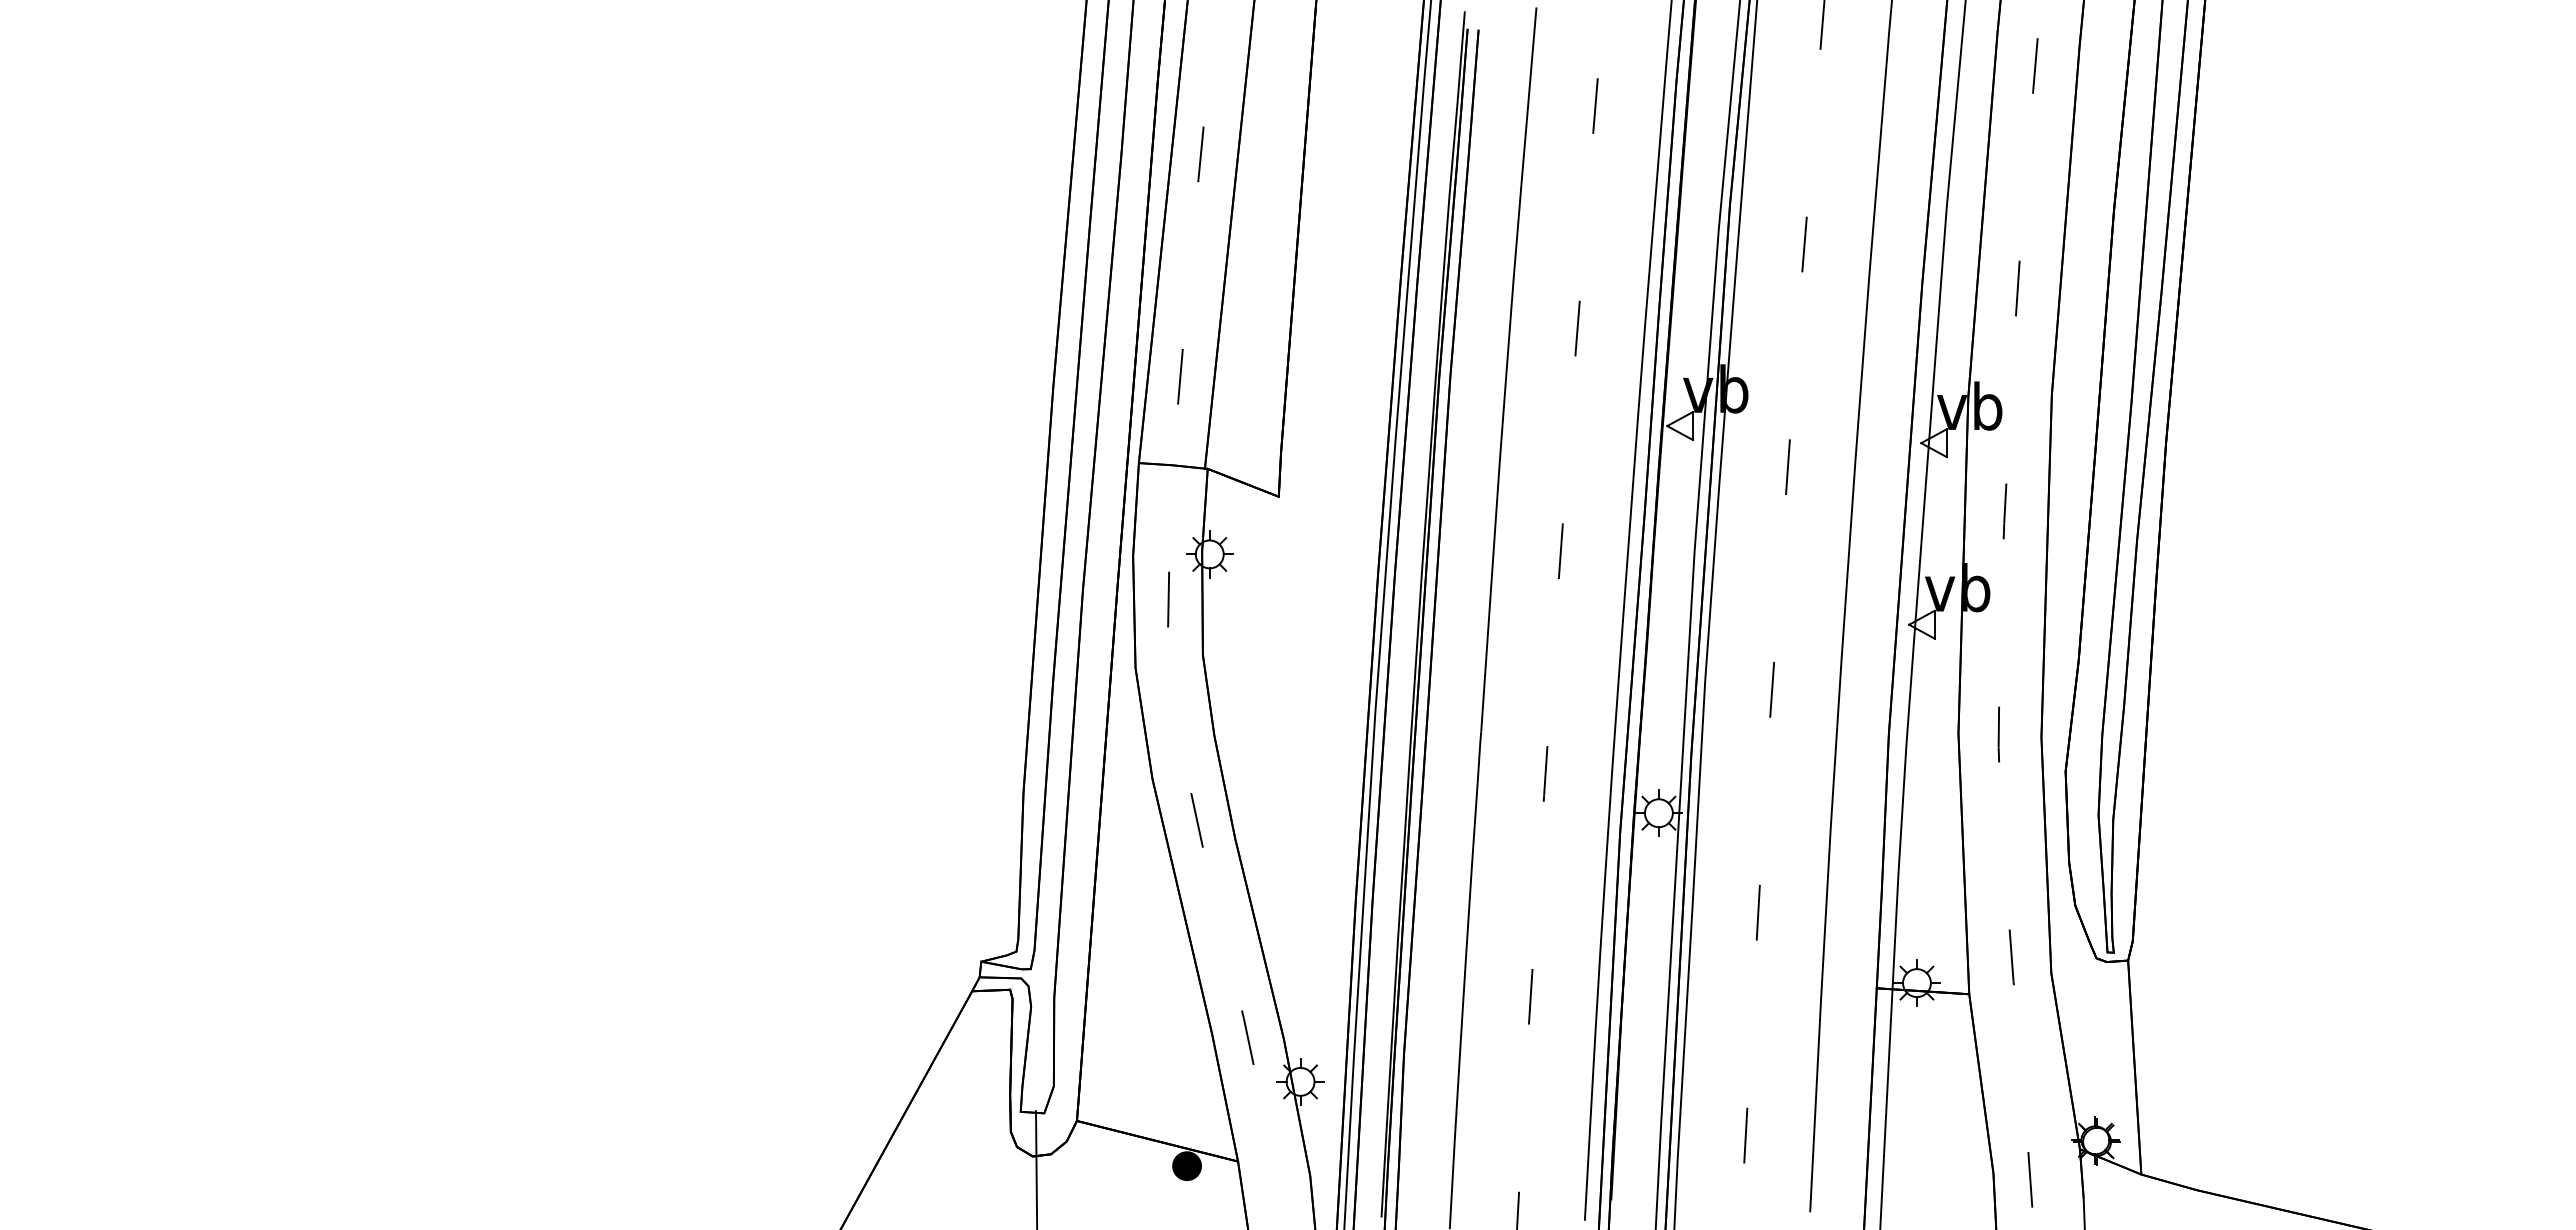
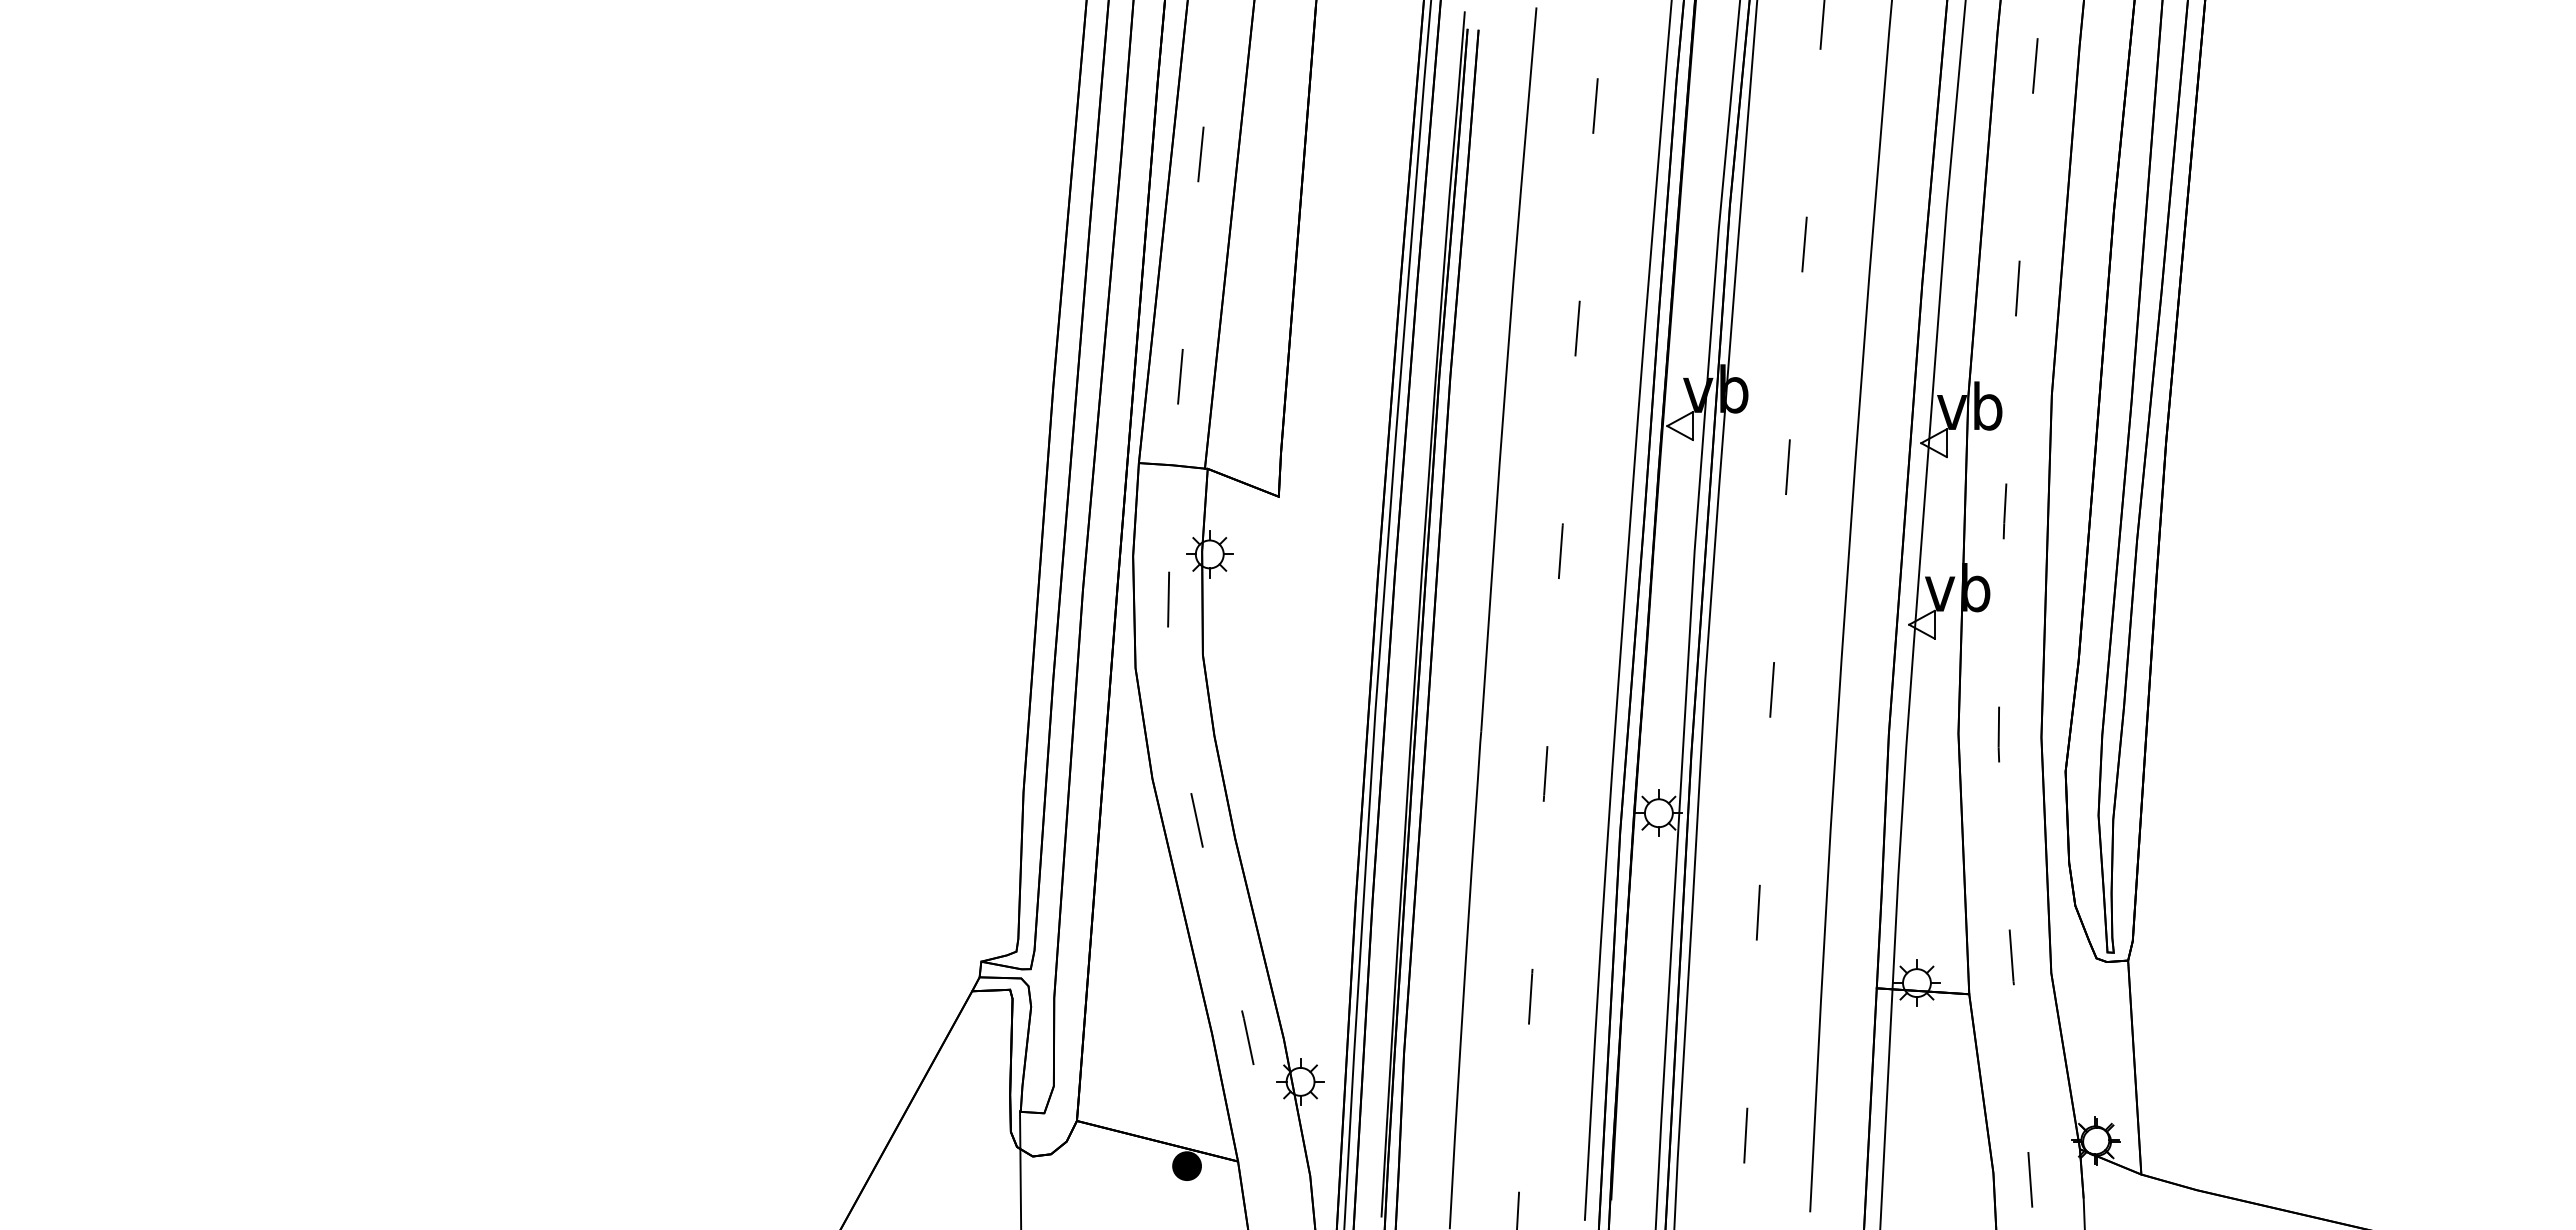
line at (1036, 1168) position: (1036, 1168) -> (1020, 1168)
